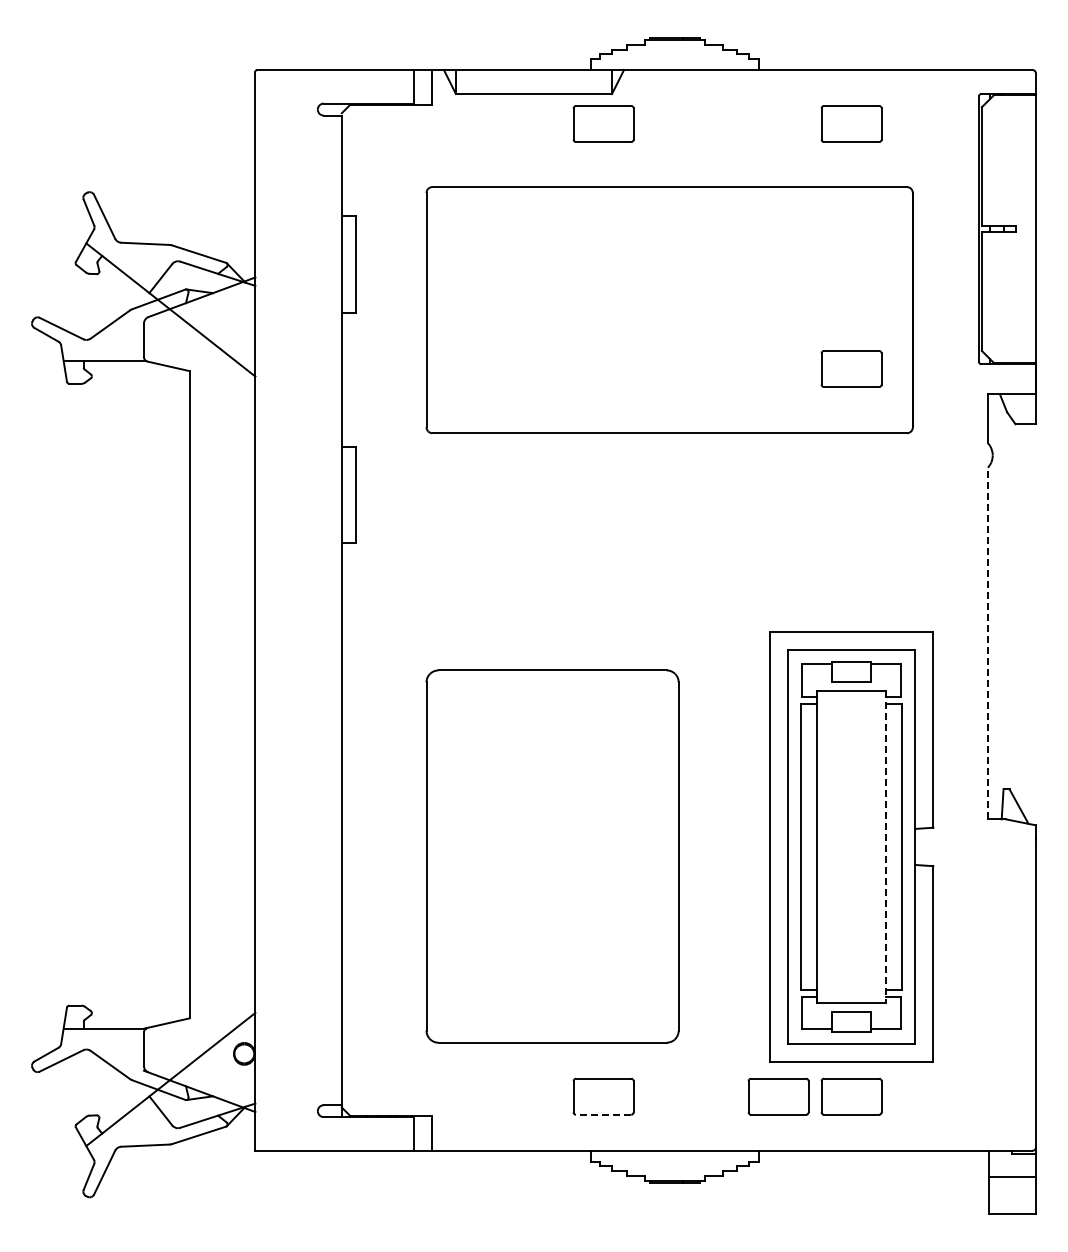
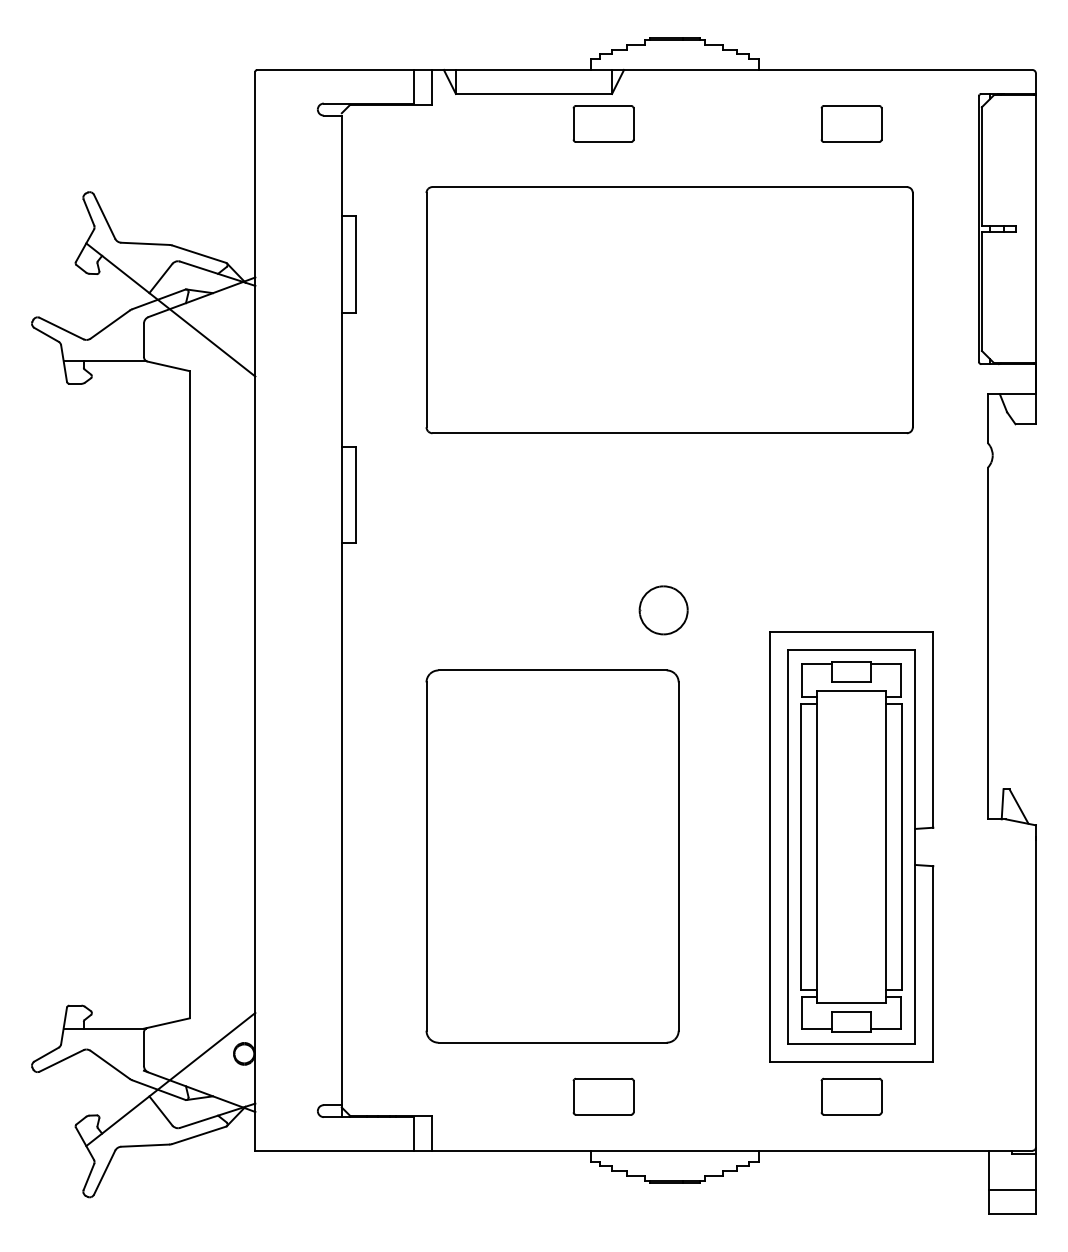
part at (851, 368): present -> none
part at (663, 610): none -> present
line at (987, 643): dashed -> solid
line at (885, 847): dashed -> solid
part at (778, 1096): present -> none
line at (603, 1114): dashed -> solid
line at (1012, 1177) position: (1012, 1177) -> (1012, 1190)
